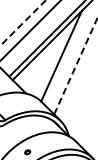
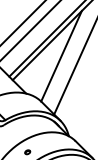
line at (23, 23): dashed -> solid
line at (76, 65): dashed -> solid
